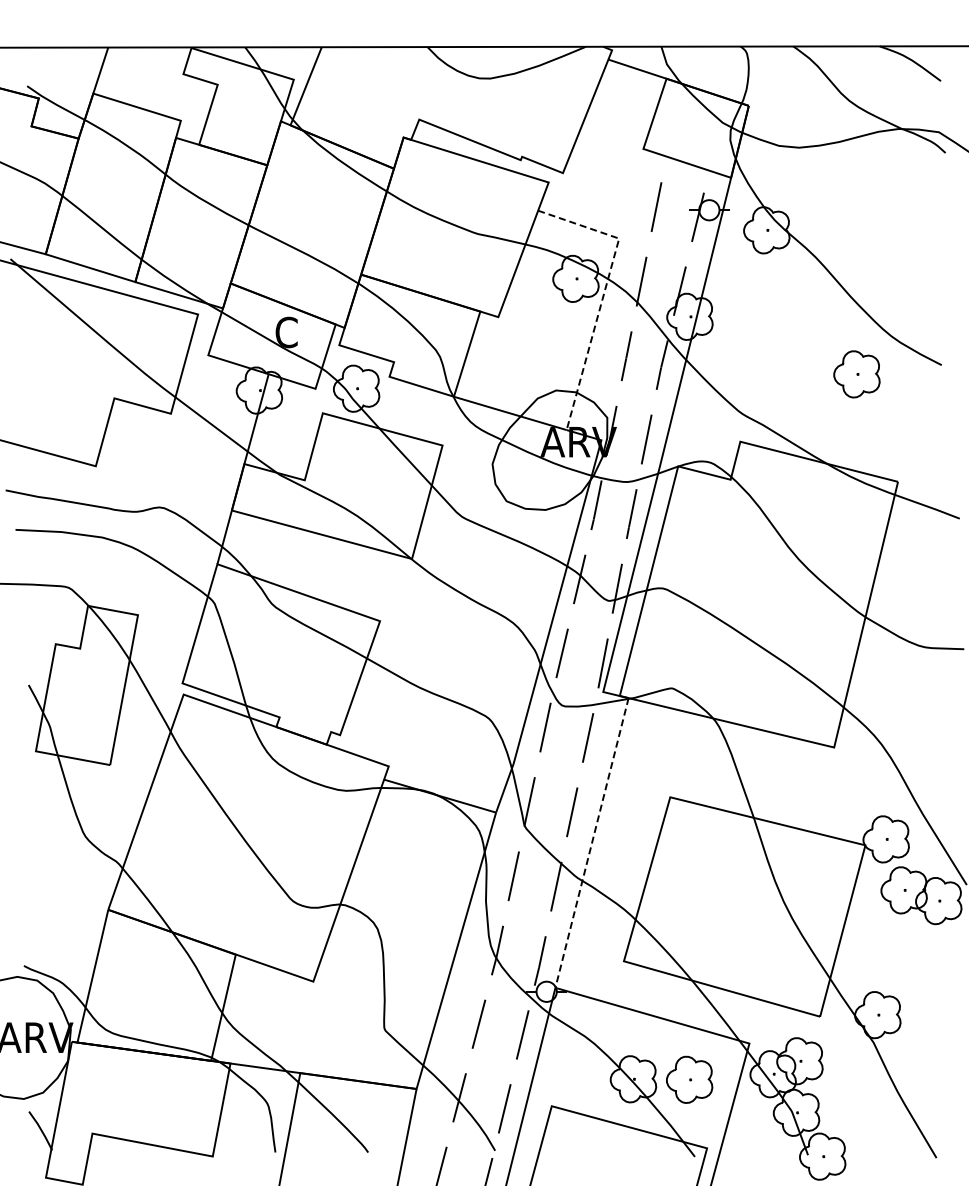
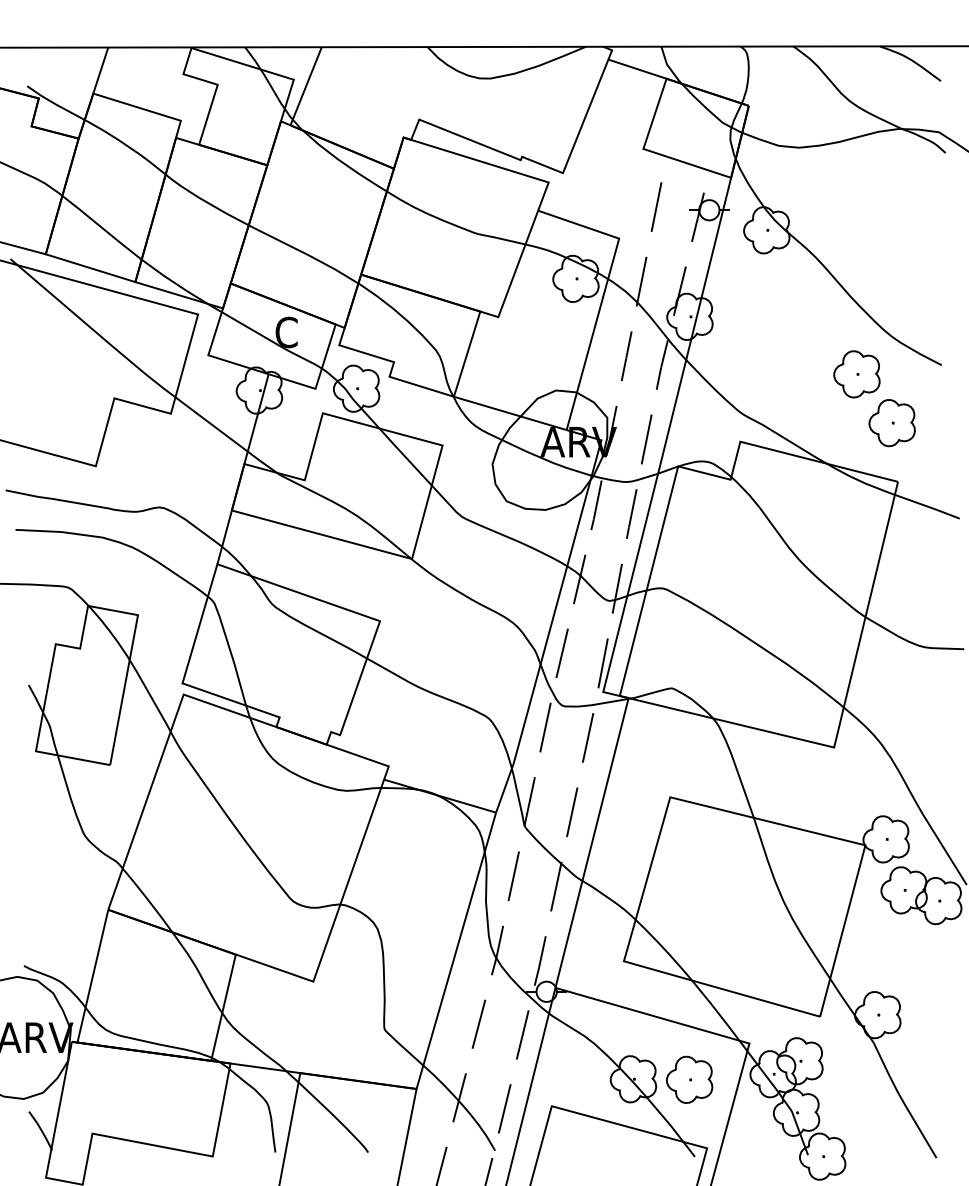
line at (604, 292): dashed -> solid
part at (891, 423): none -> present
line at (591, 843): dashed -> solid
